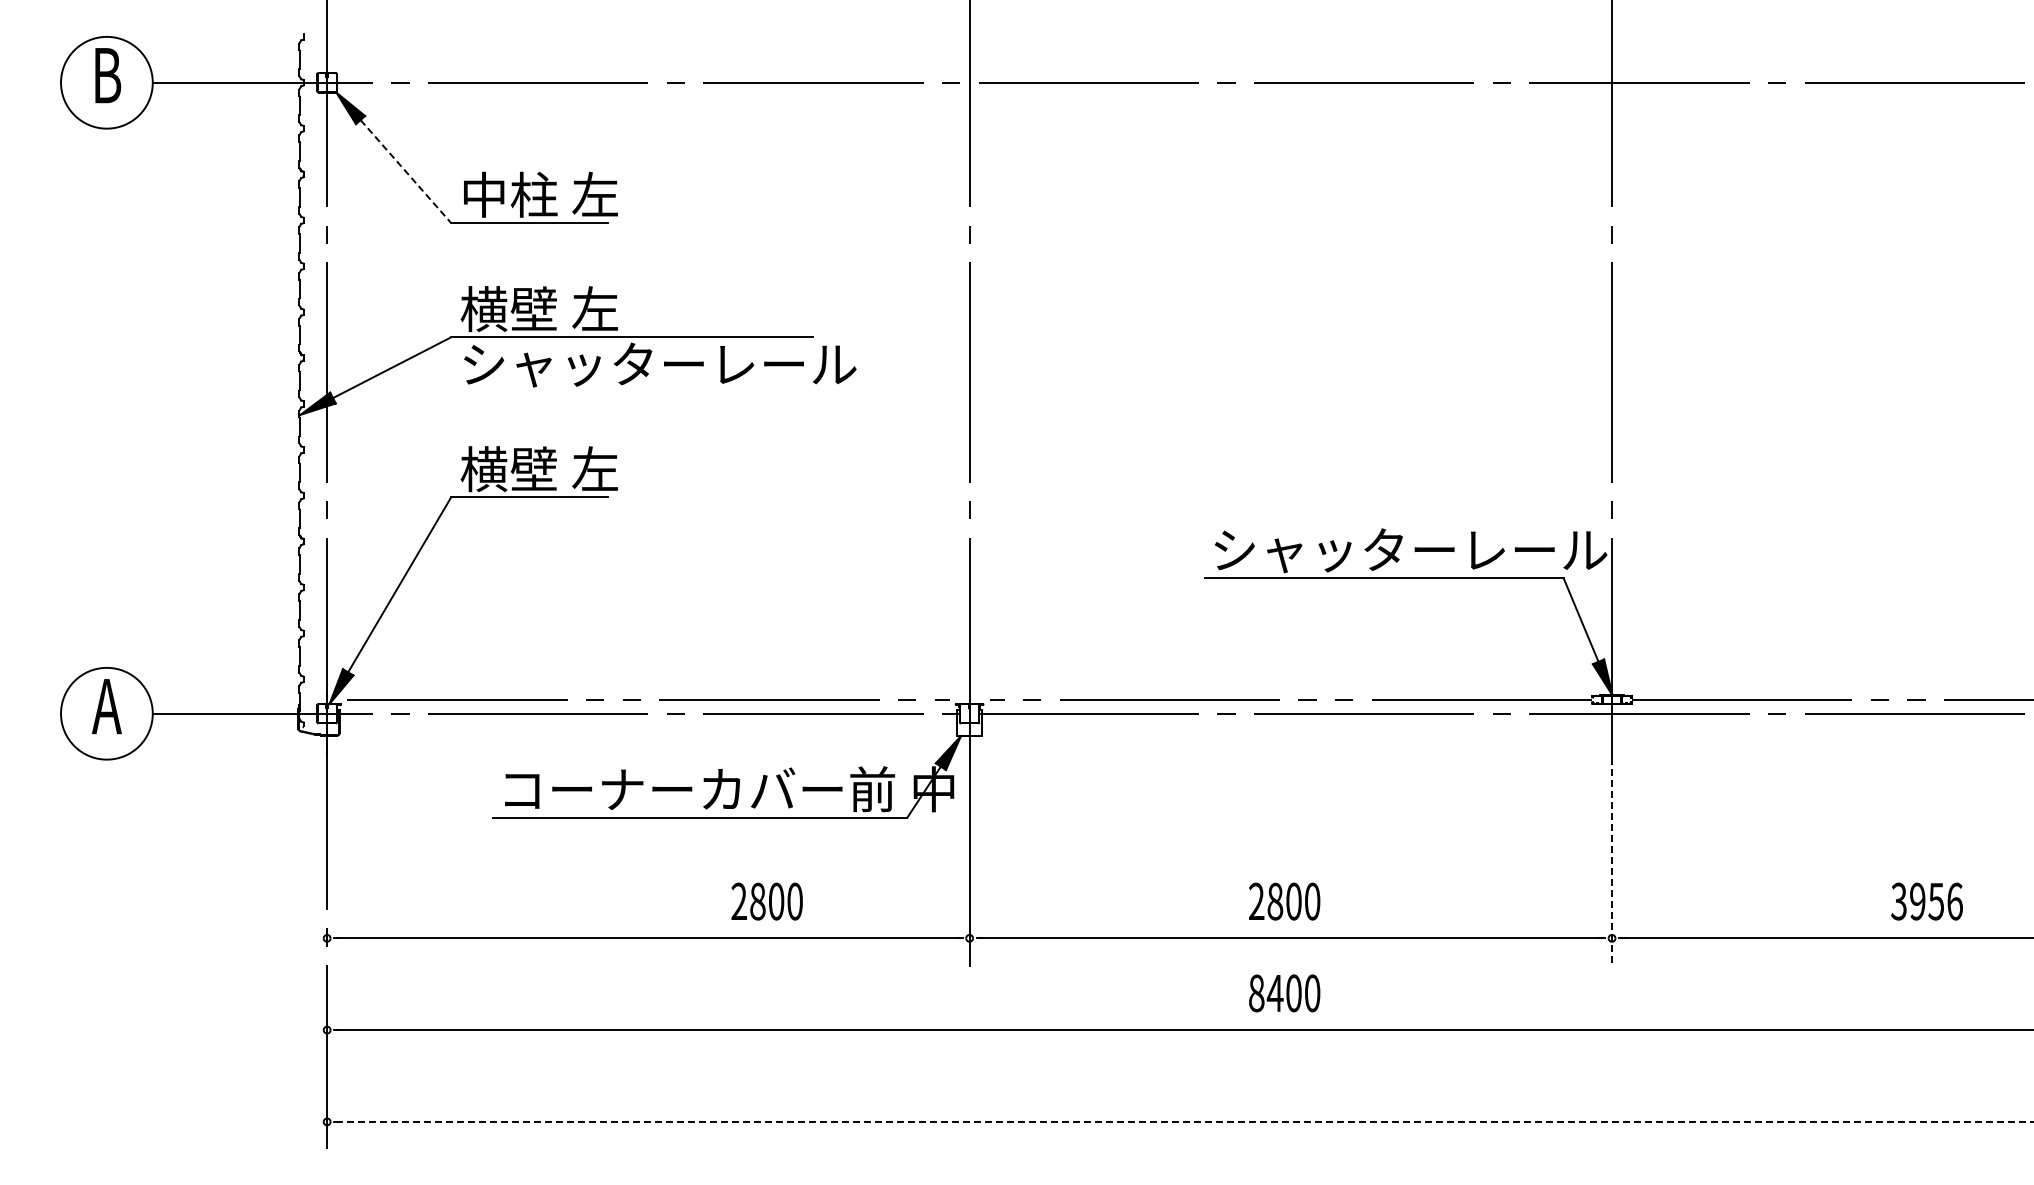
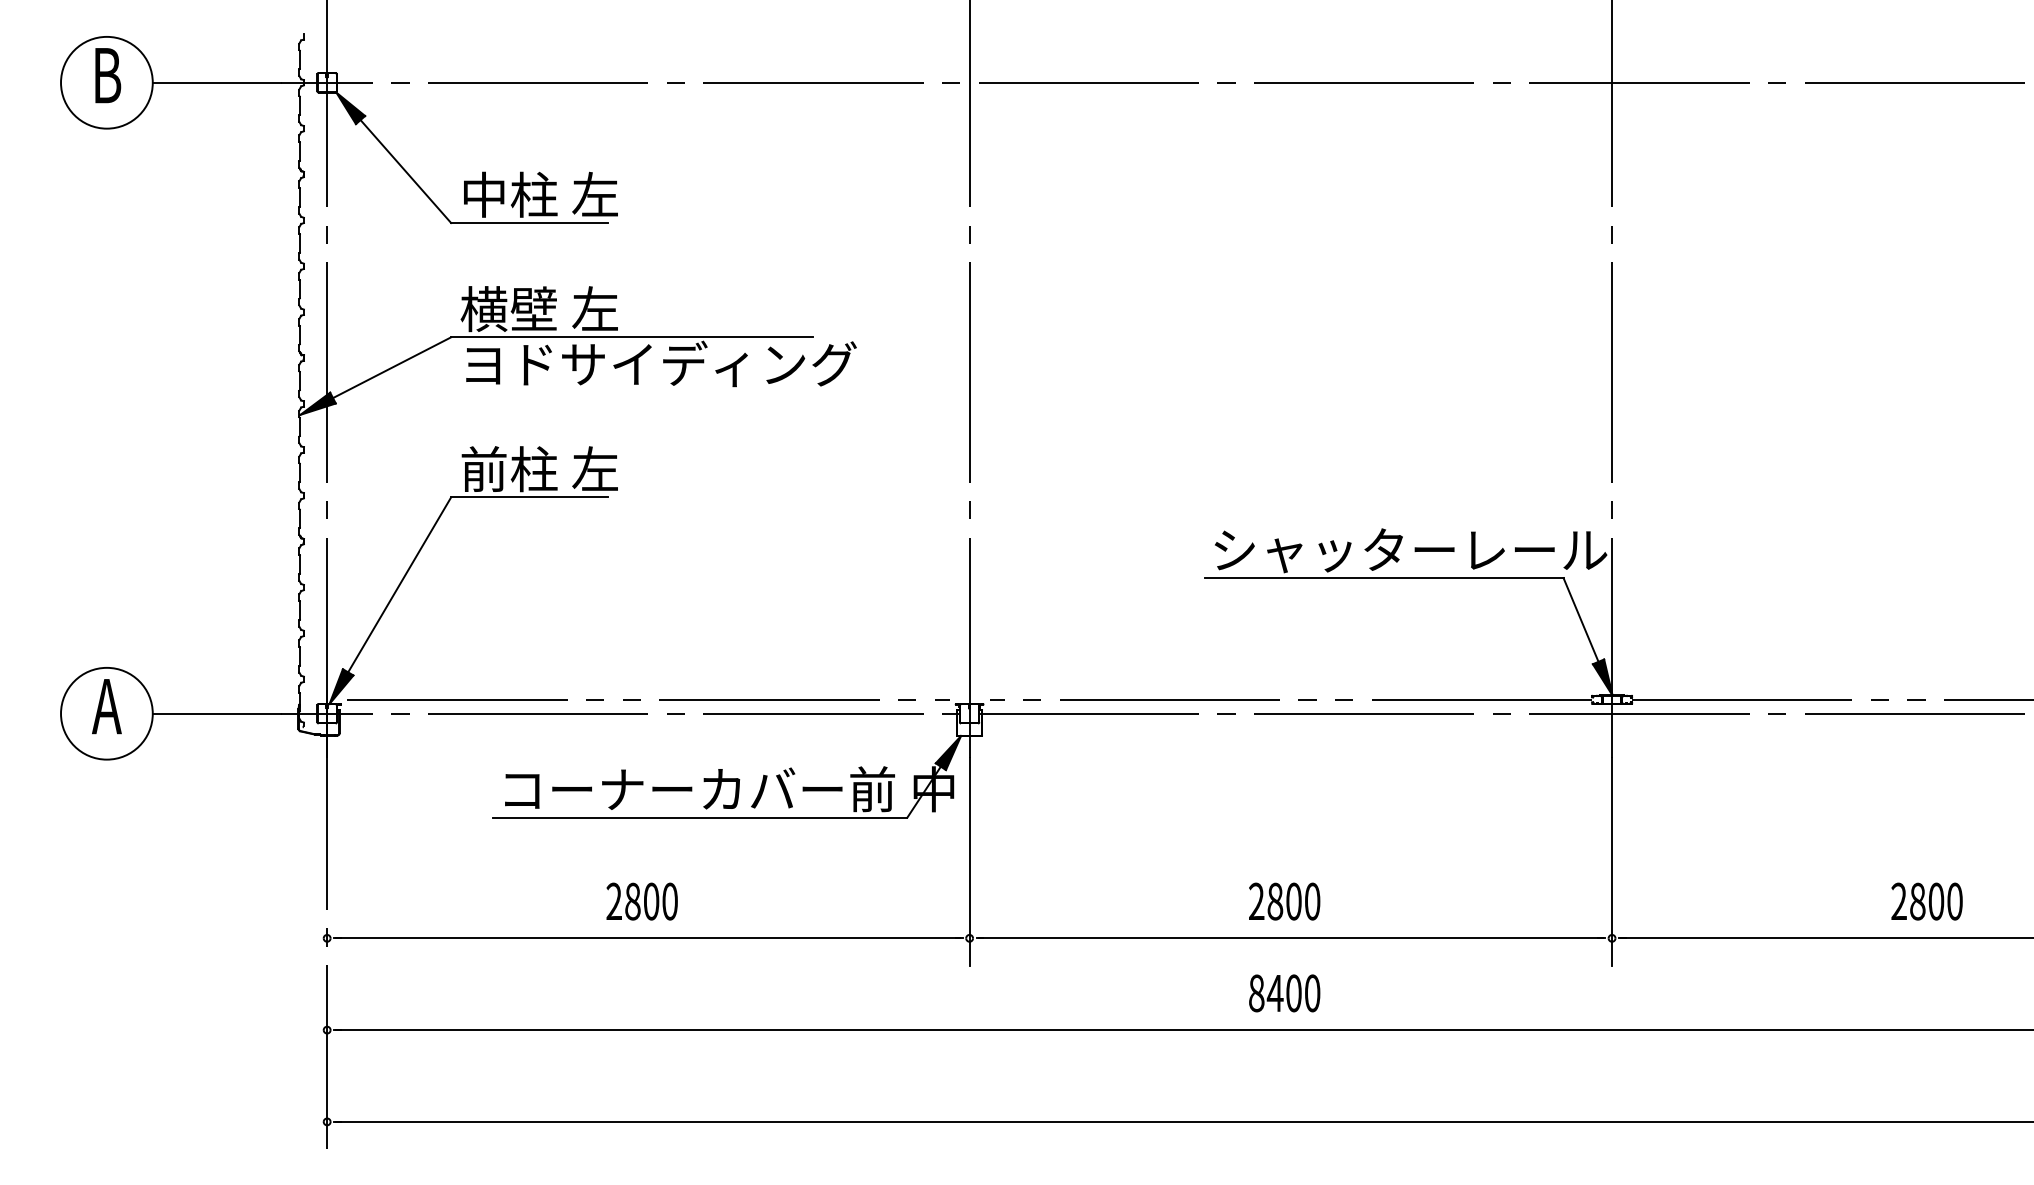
line at (405, 171): dashed -> solid
text at (660, 363): シャッターレール -> ヨドサイディング
text at (508, 469): 横壁 左 -> 前柱 左
line at (1612, 861): dashed -> solid
text at (766, 901) position: (766, 901) -> (641, 901)
text at (1926, 901): 3956 -> 2800
line at (1185, 1121): dashed -> solid
